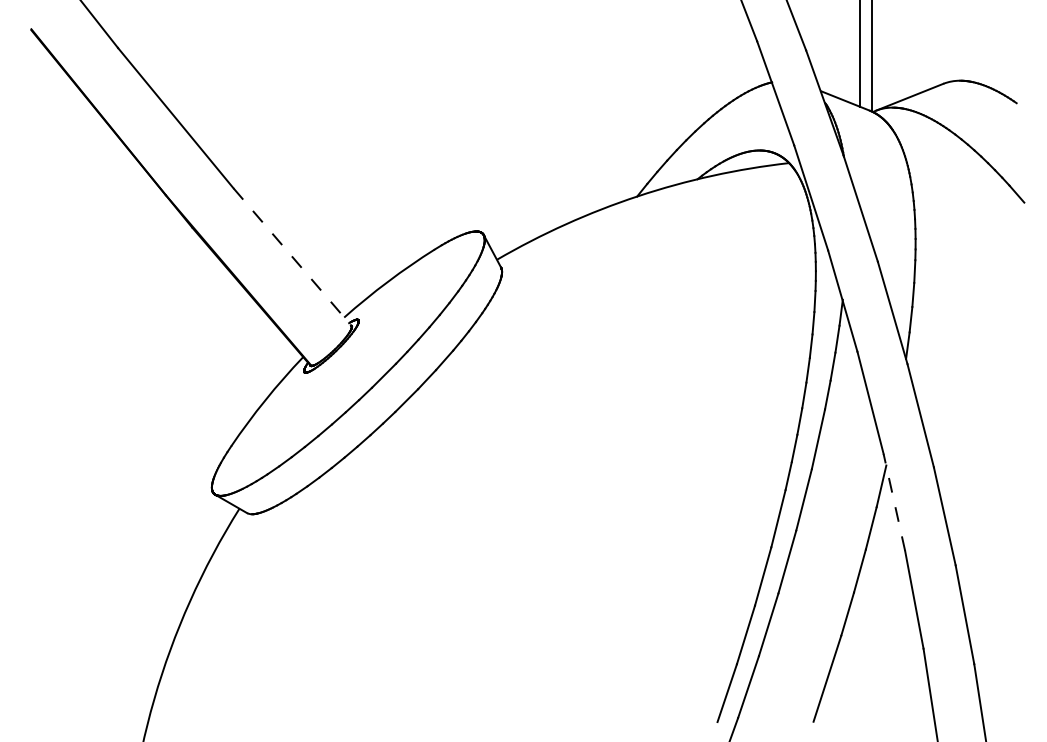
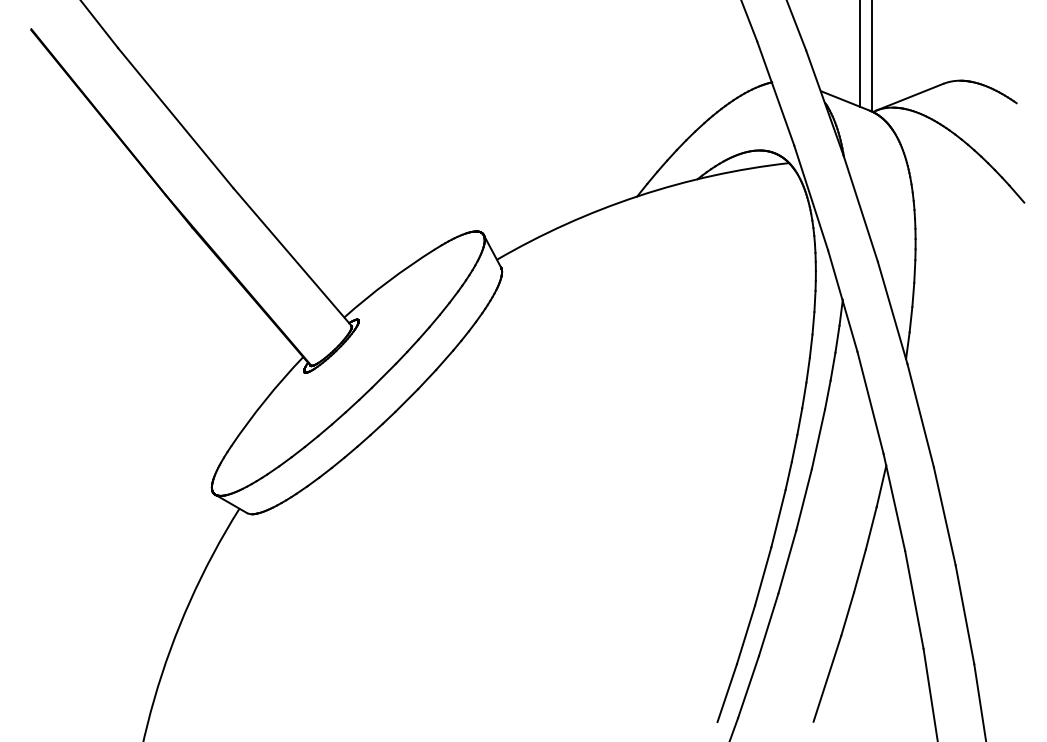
line at (292, 257): dashed -> solid
line at (894, 502): dashed -> solid
